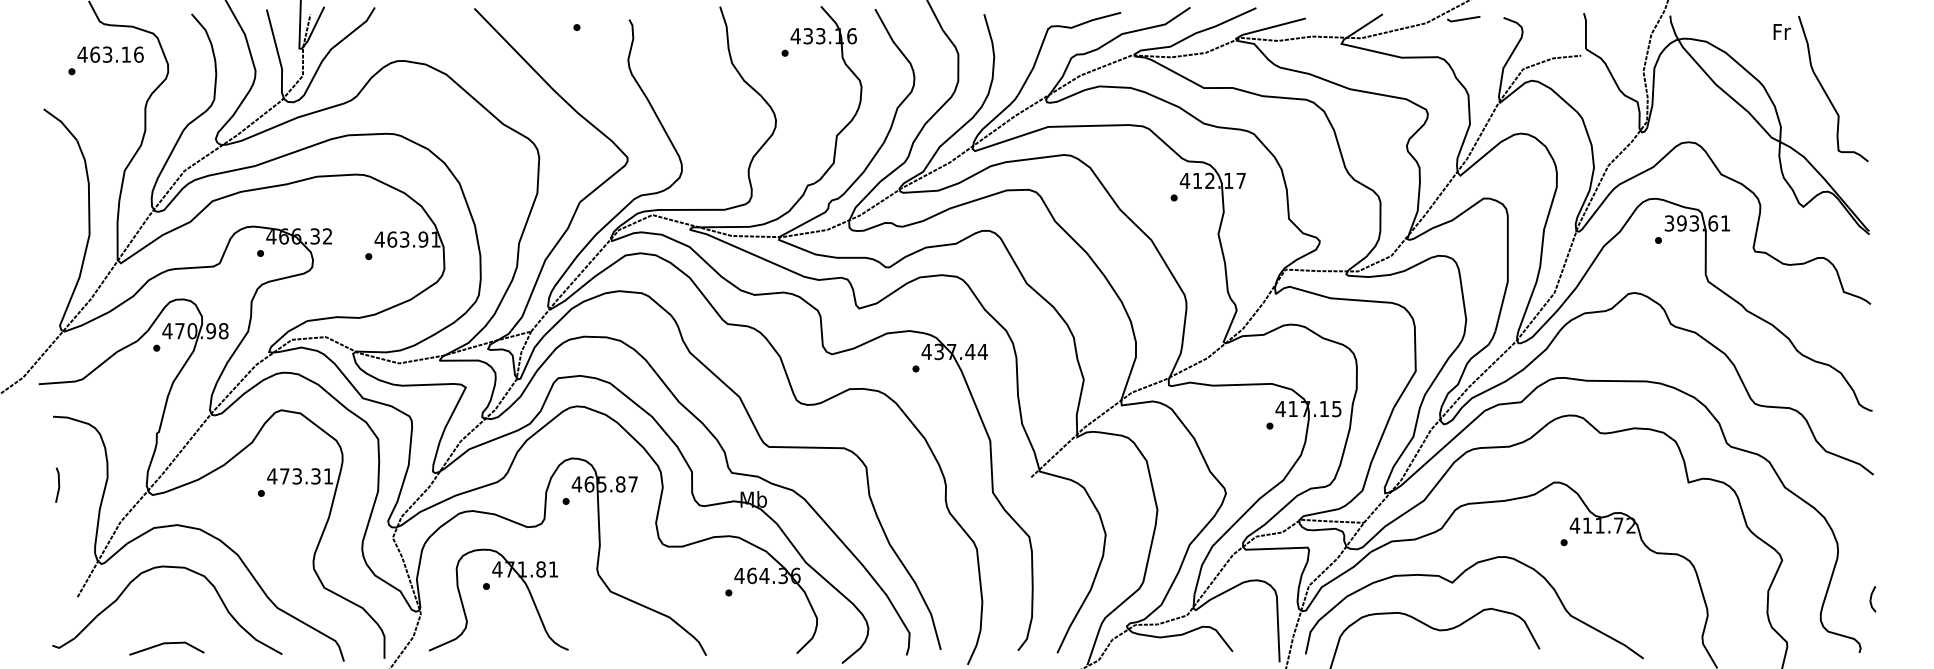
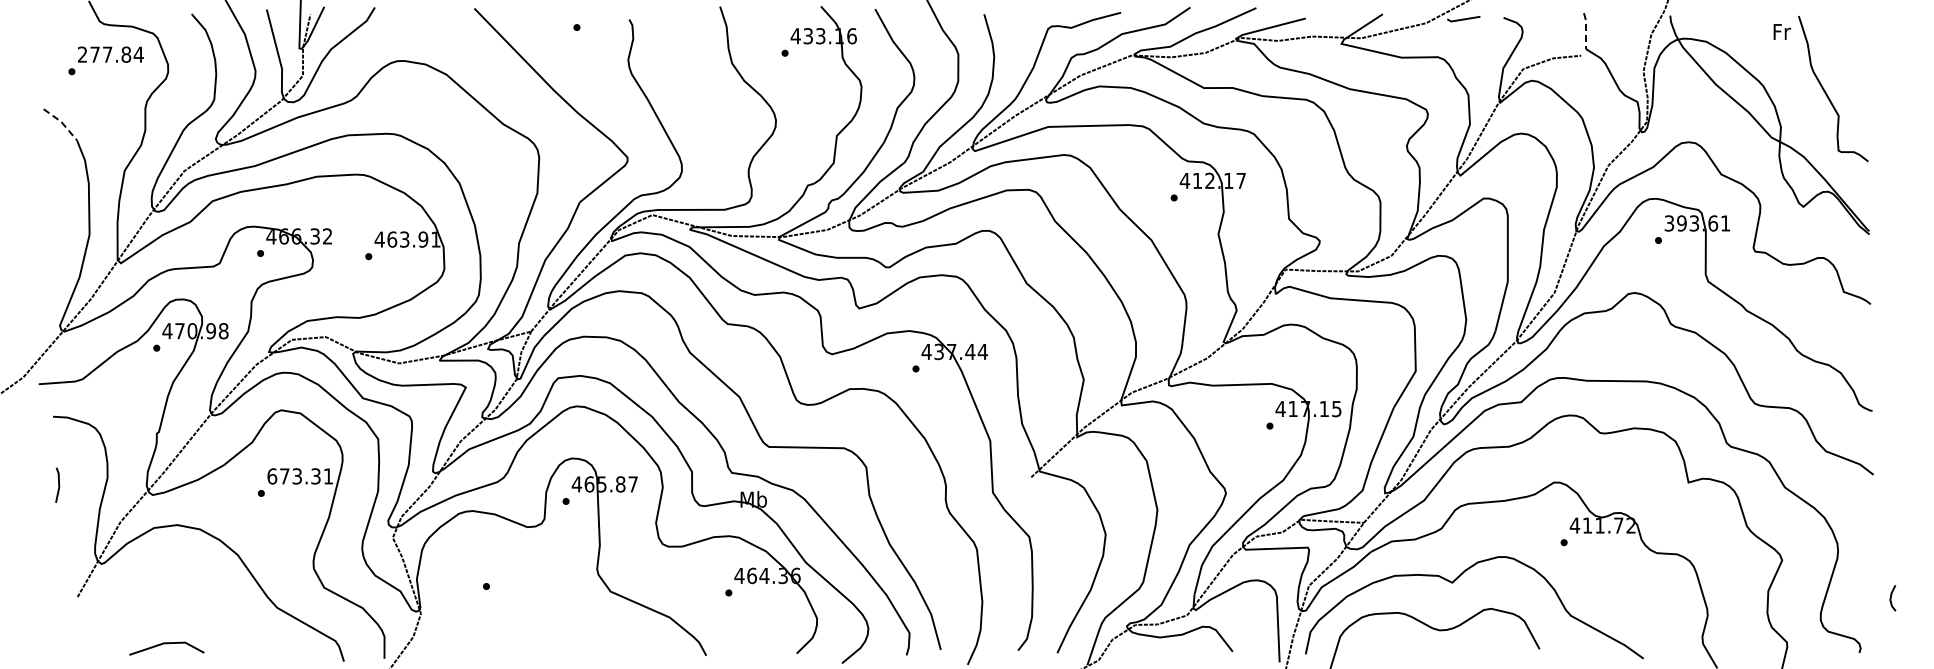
line at (1585, 30): solid -> dashed
text at (110, 54): 463.16 -> 277.84
line at (61, 122): solid -> dashed
text at (272, 476): 473.31 -> 673.31
part at (174, 568): present -> none
part at (498, 577): present -> none
curve at (1871, 599) position: (1871, 599) -> (1891, 598)
